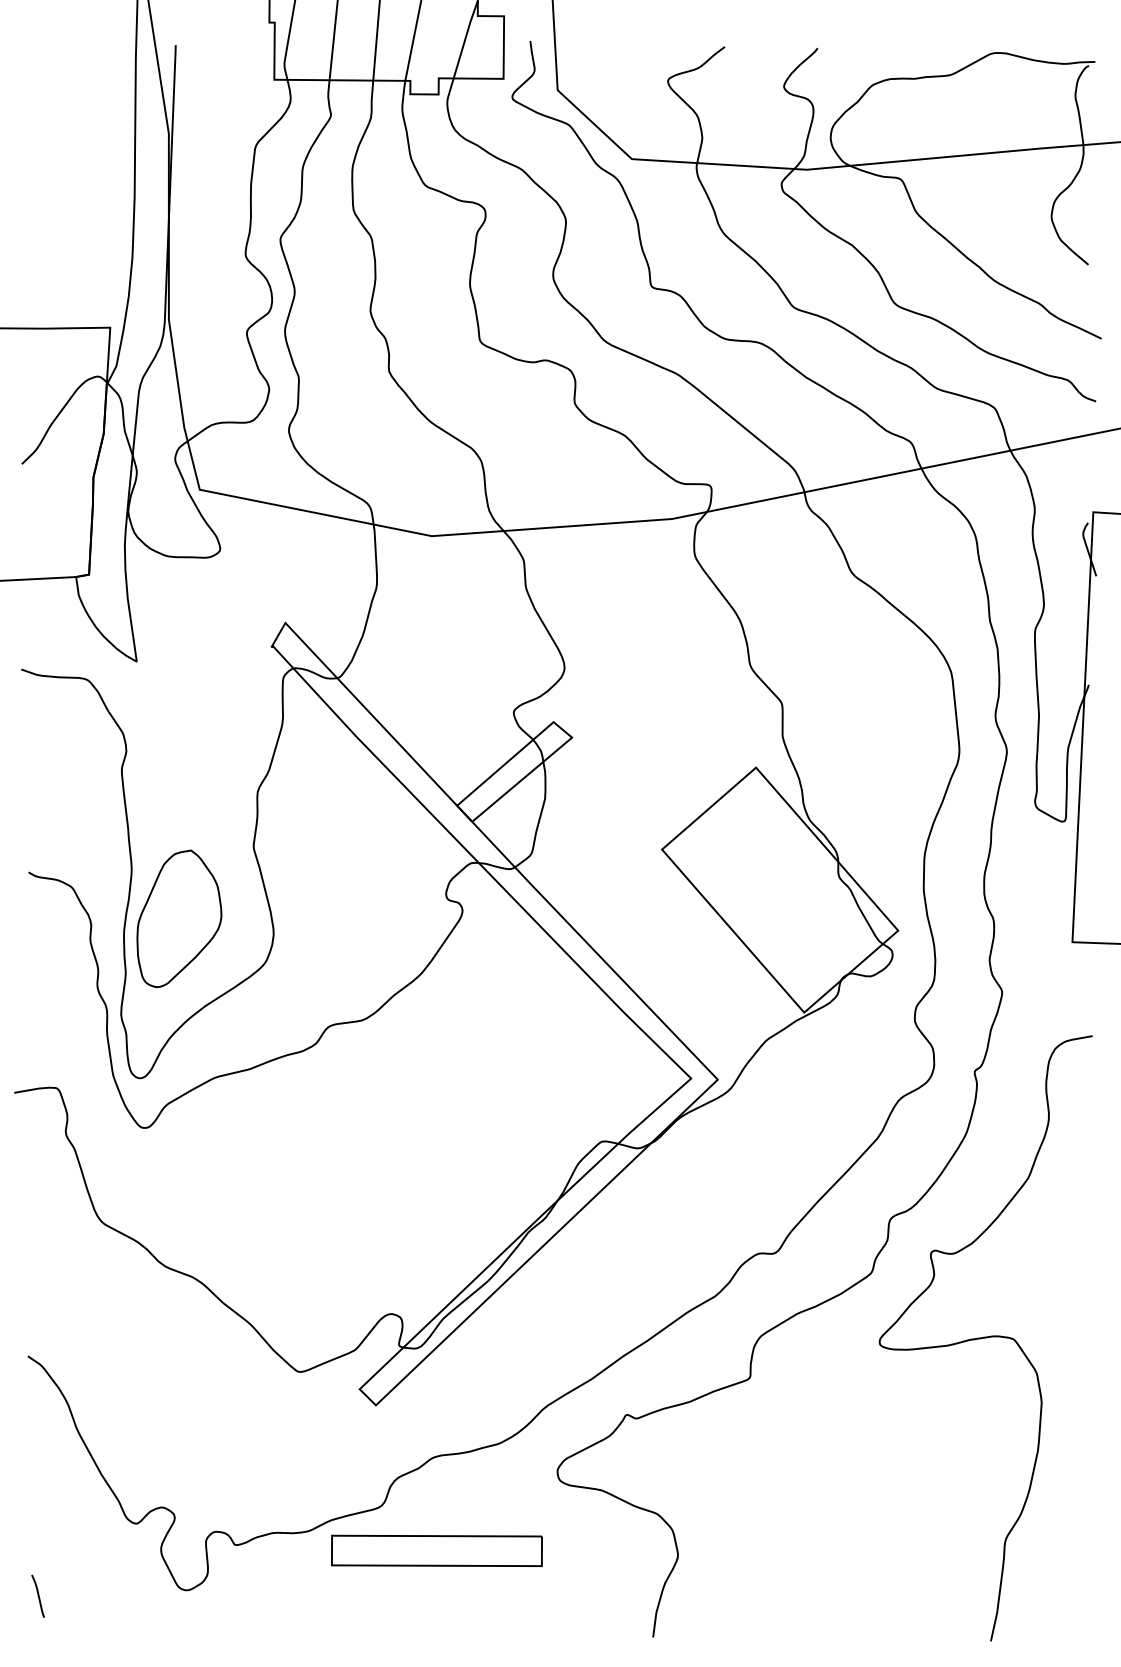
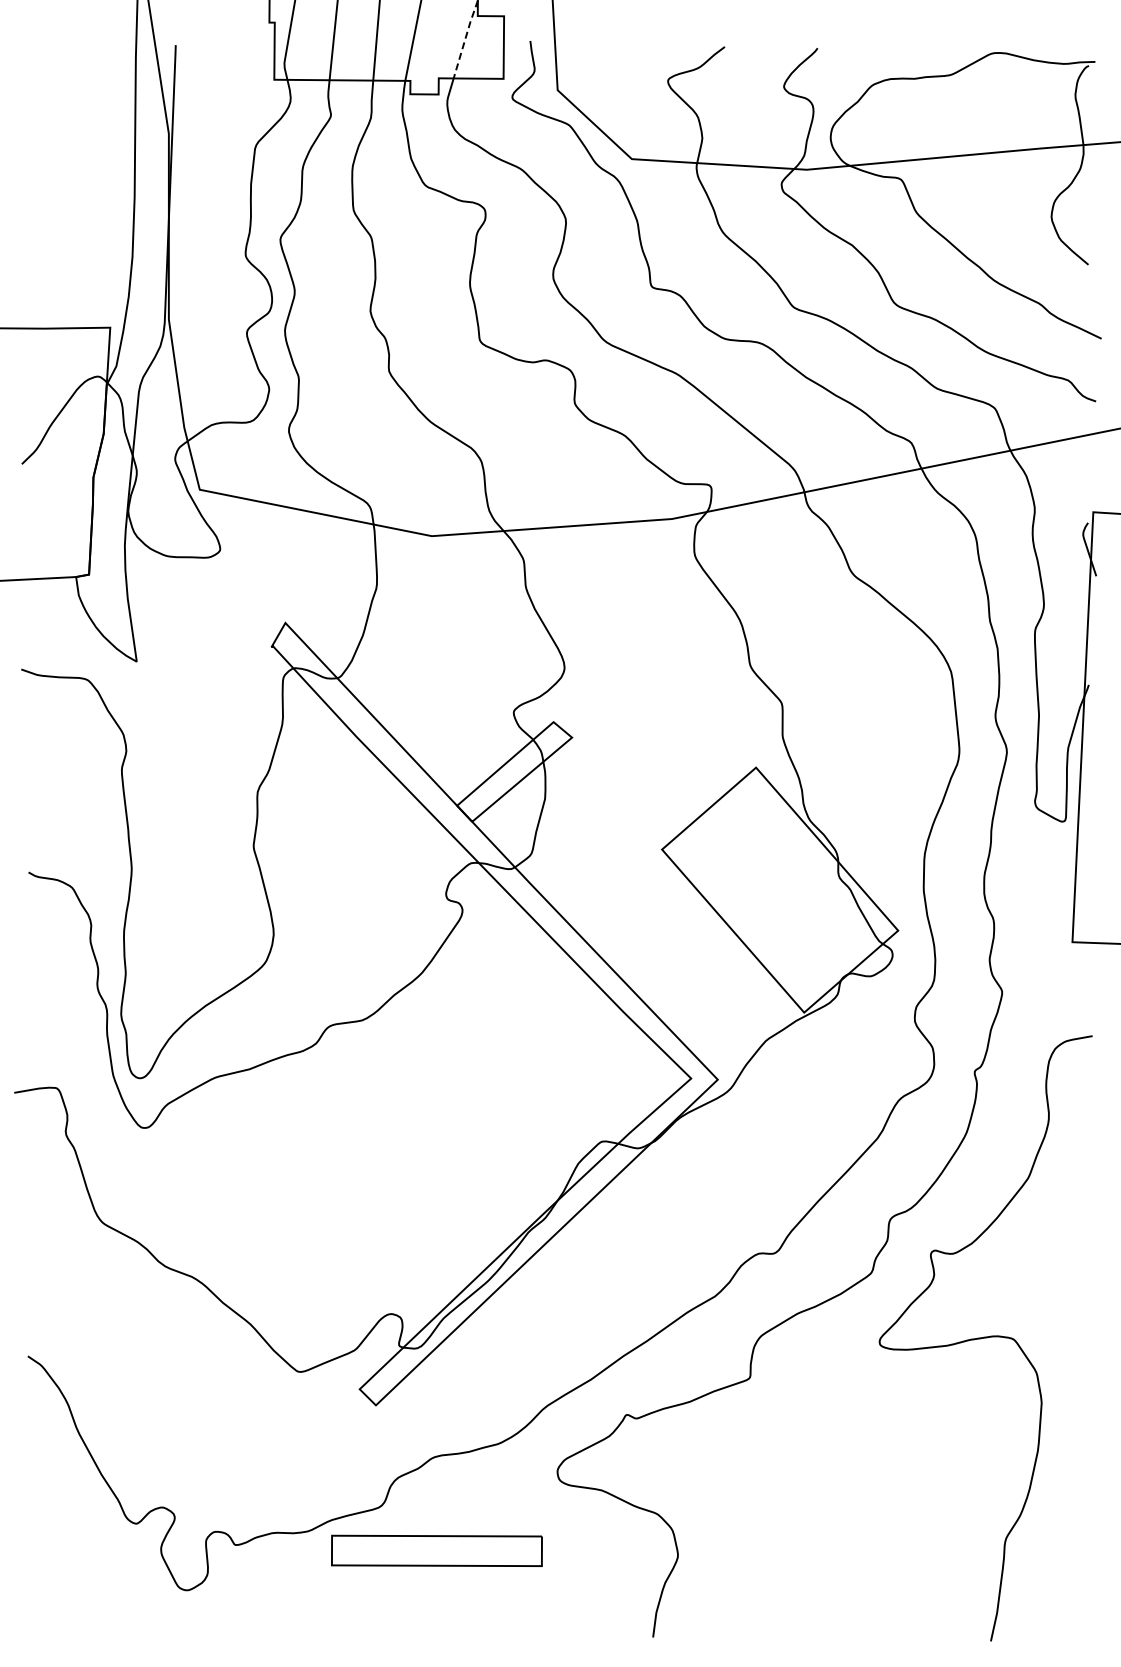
line at (465, 39): solid -> dashed
part at (179, 918): present -> none
line at (37, 1595): present -> none
